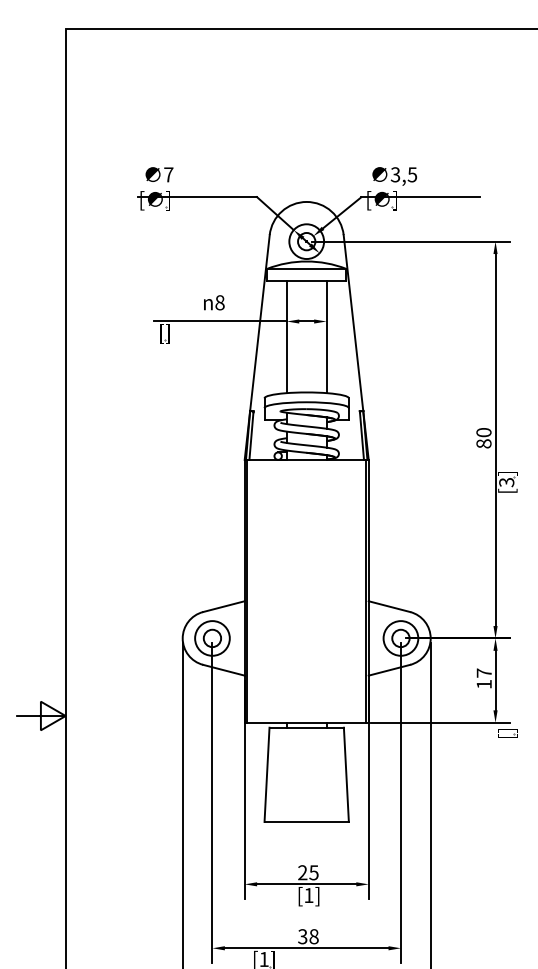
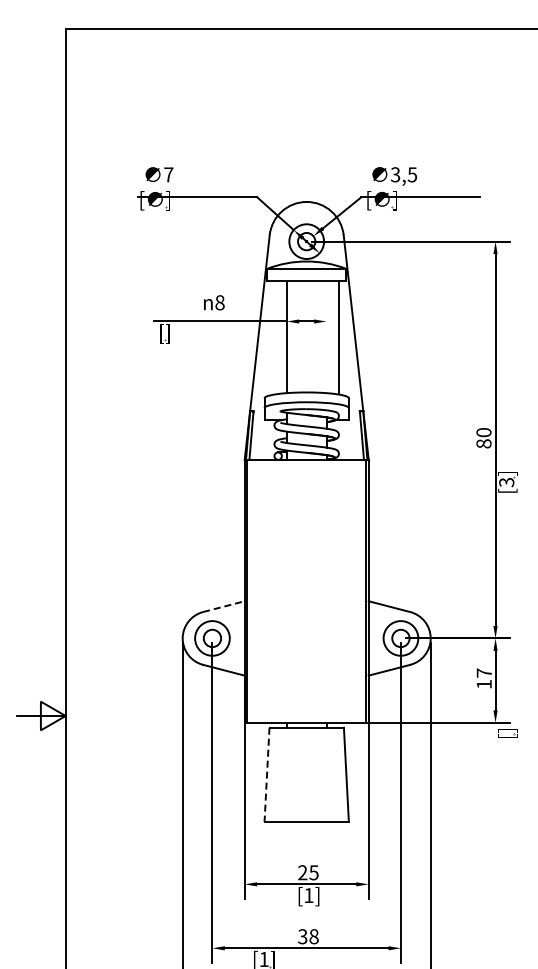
line at (326, 337) position: (326, 337) -> (338, 337)
line at (224, 606): solid -> dashed
line at (267, 775): solid -> dashed
